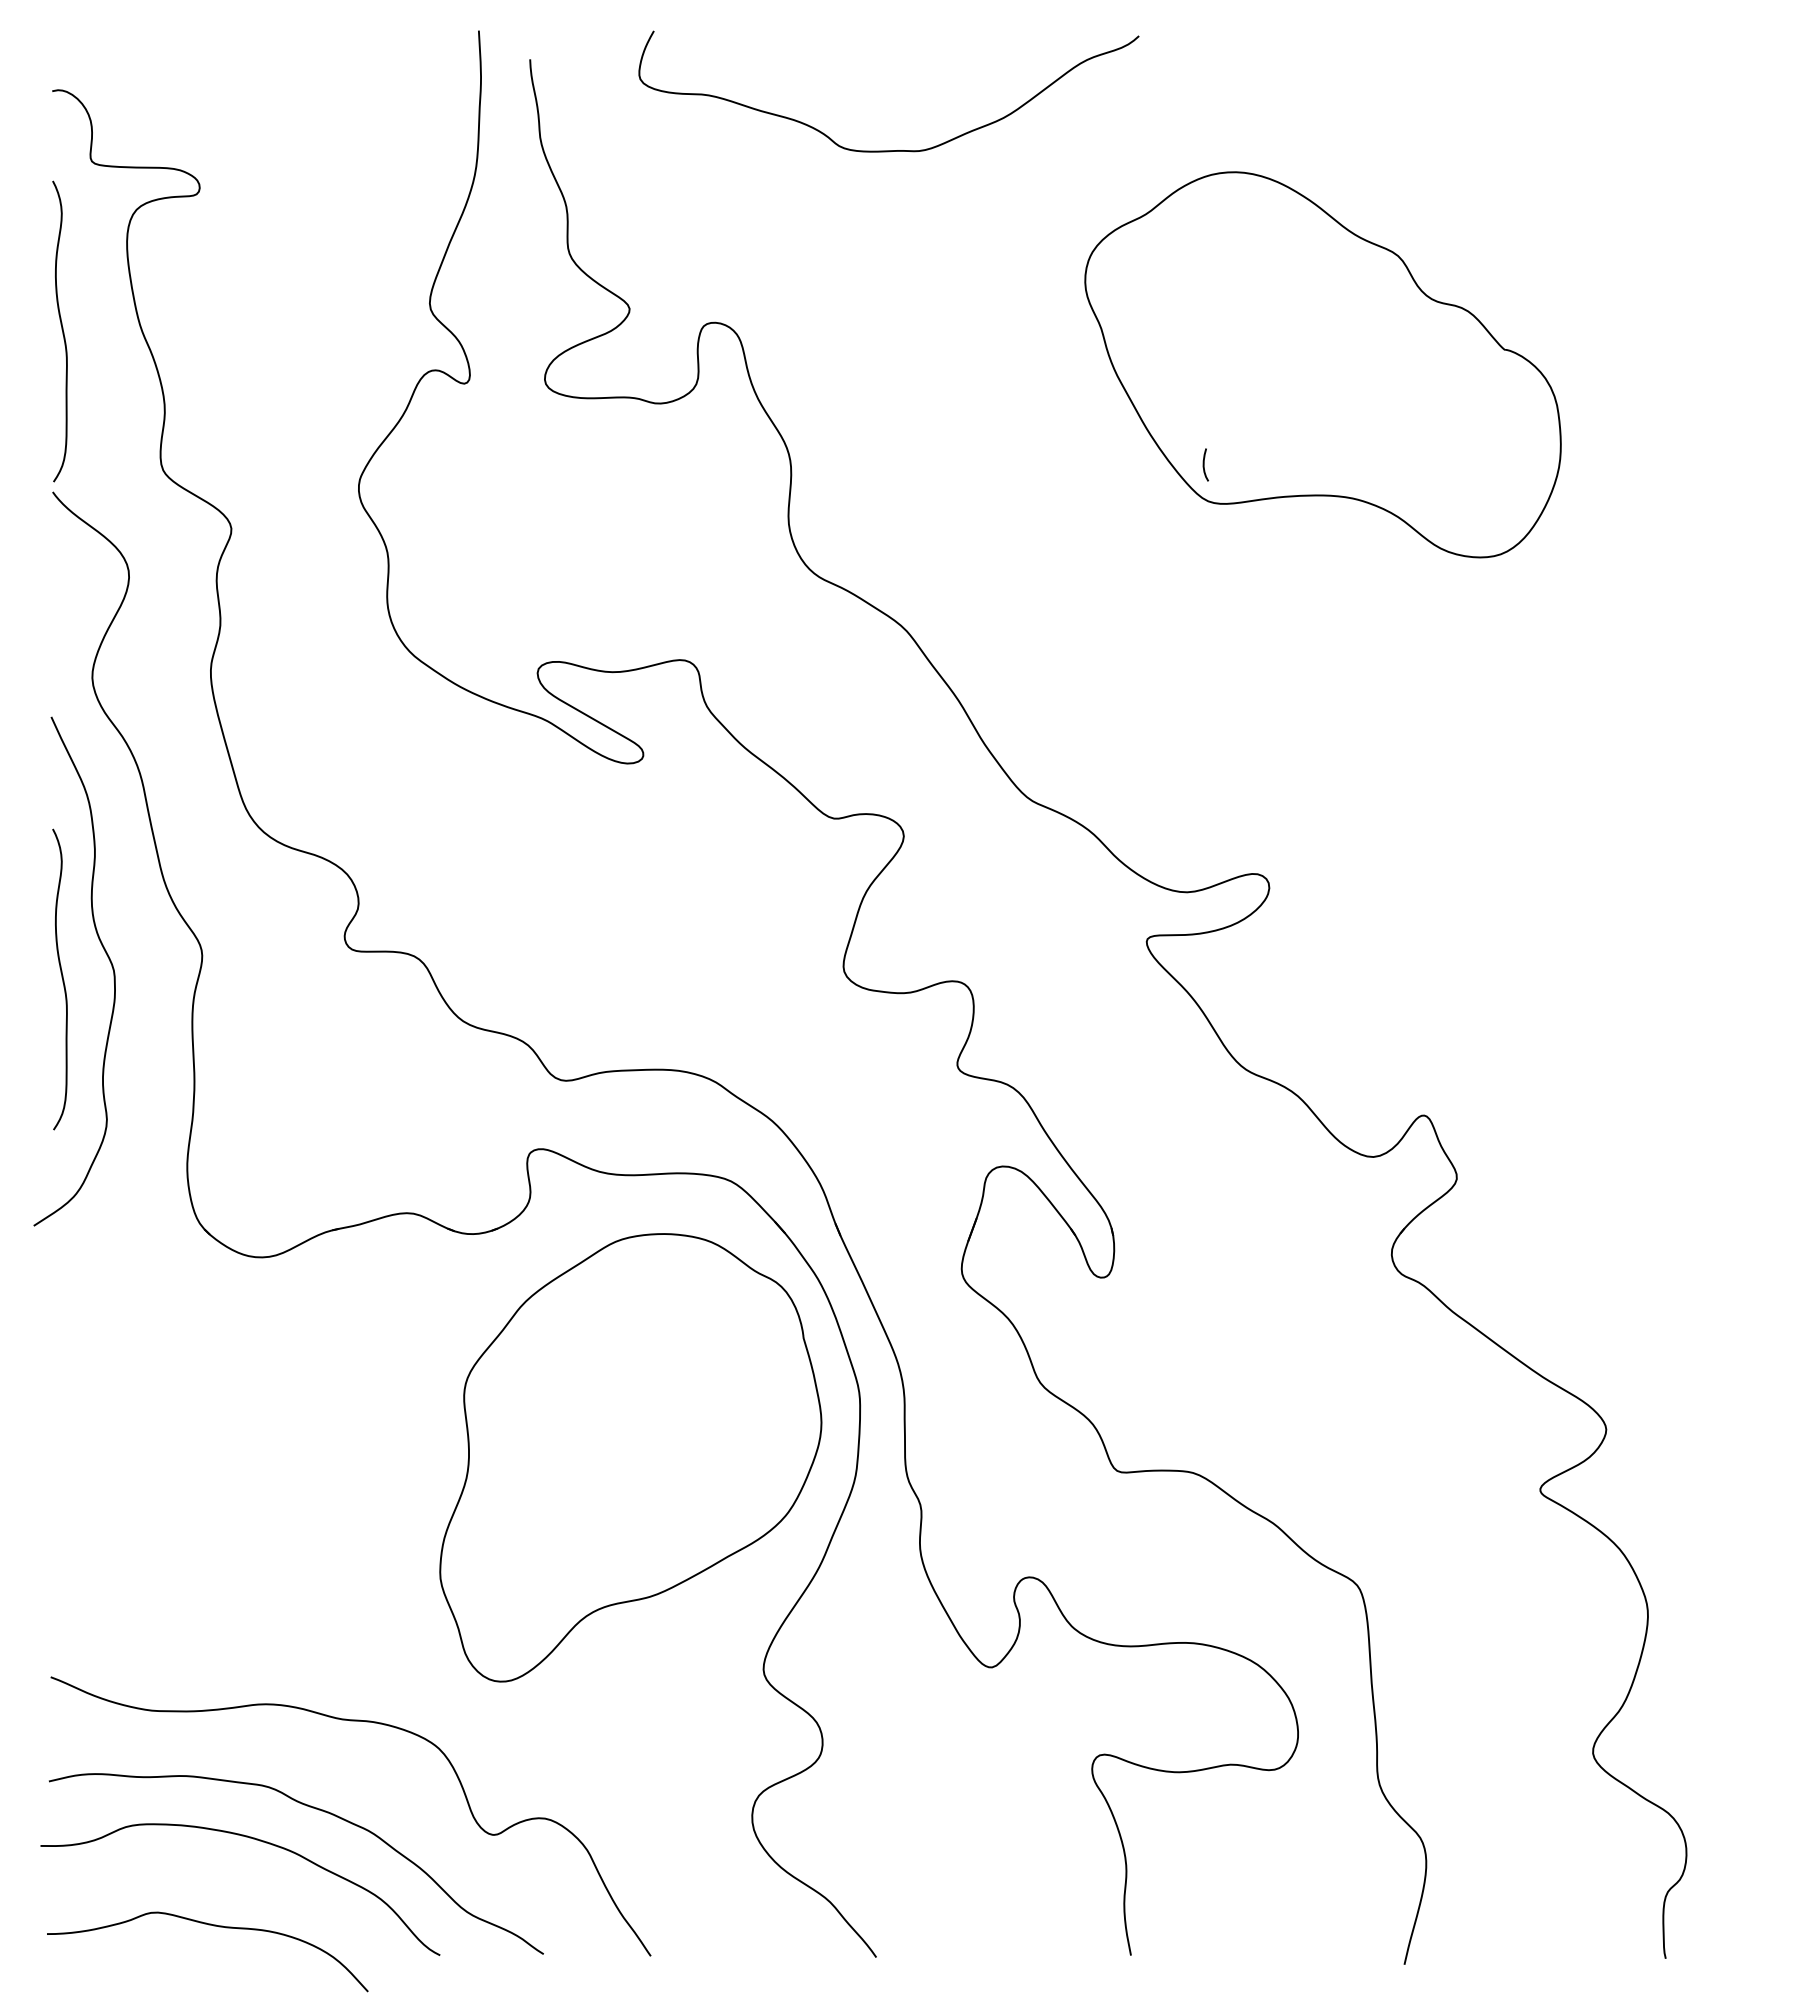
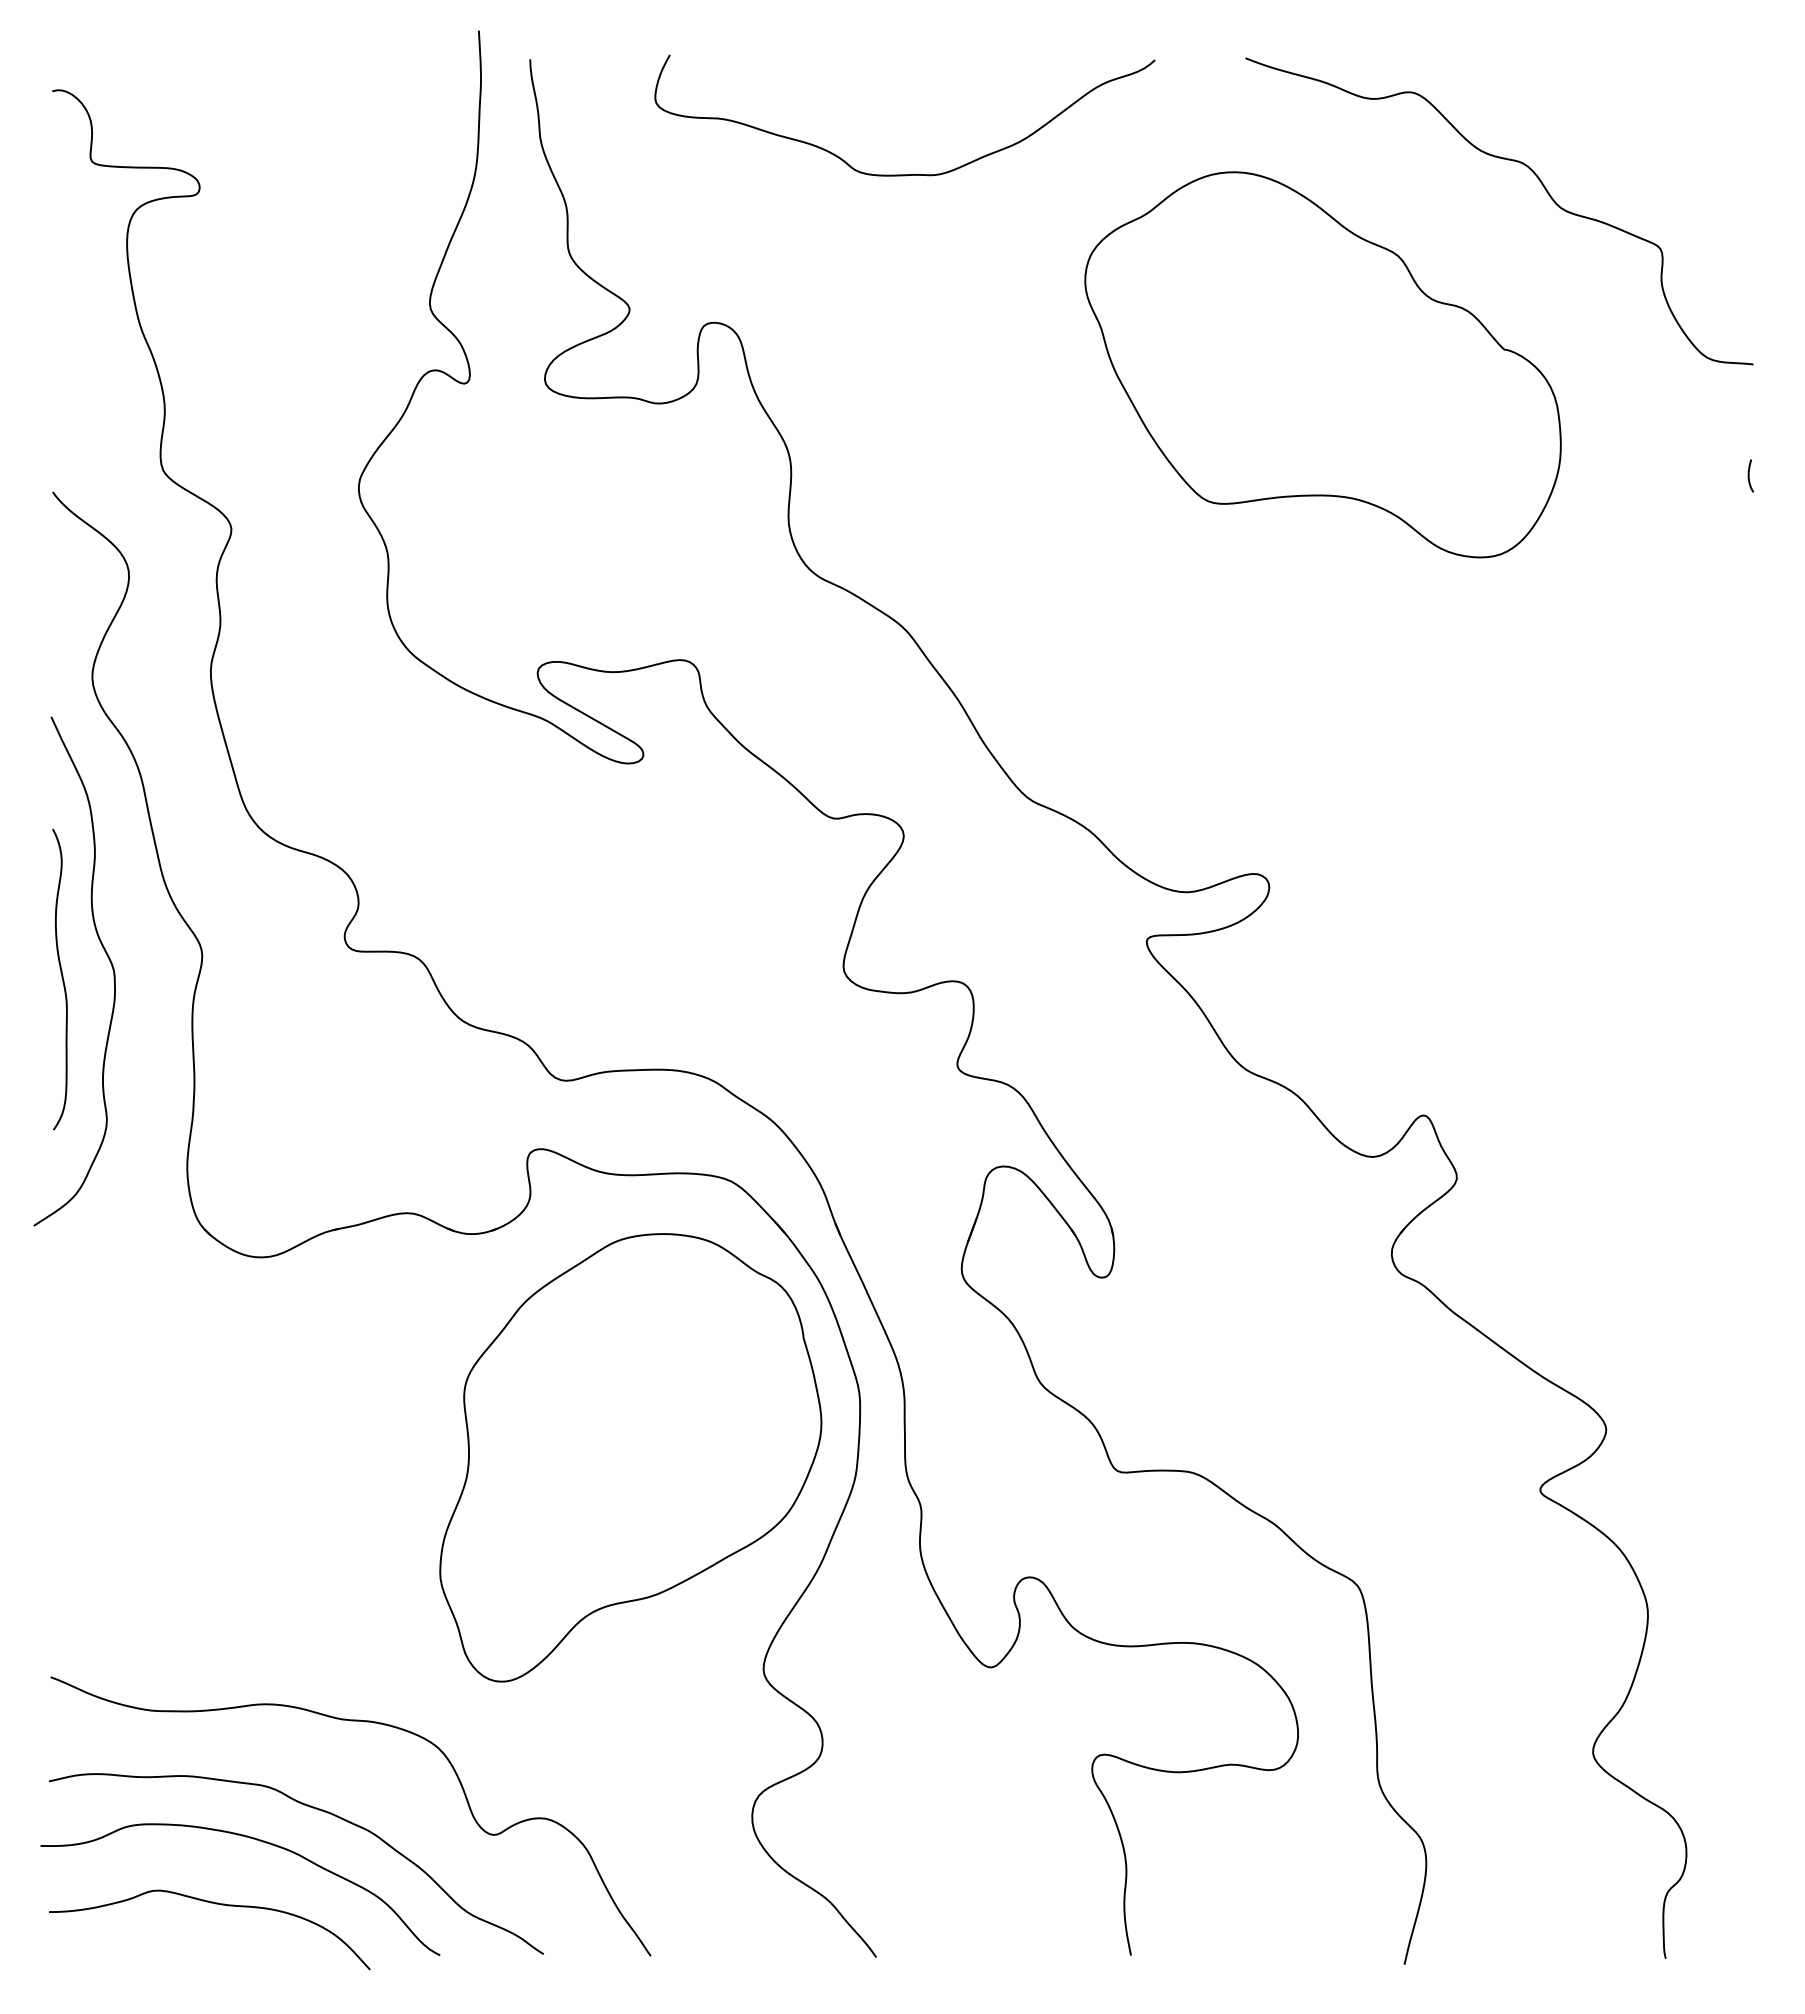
curve at (888, 150) position: (888, 150) -> (904, 174)
curve at (1541, 184): none -> present
curve at (61, 329): present -> none
curve at (1204, 464) position: (1204, 464) -> (1749, 475)
curve at (213, 1926) position: (213, 1926) -> (215, 1904)
